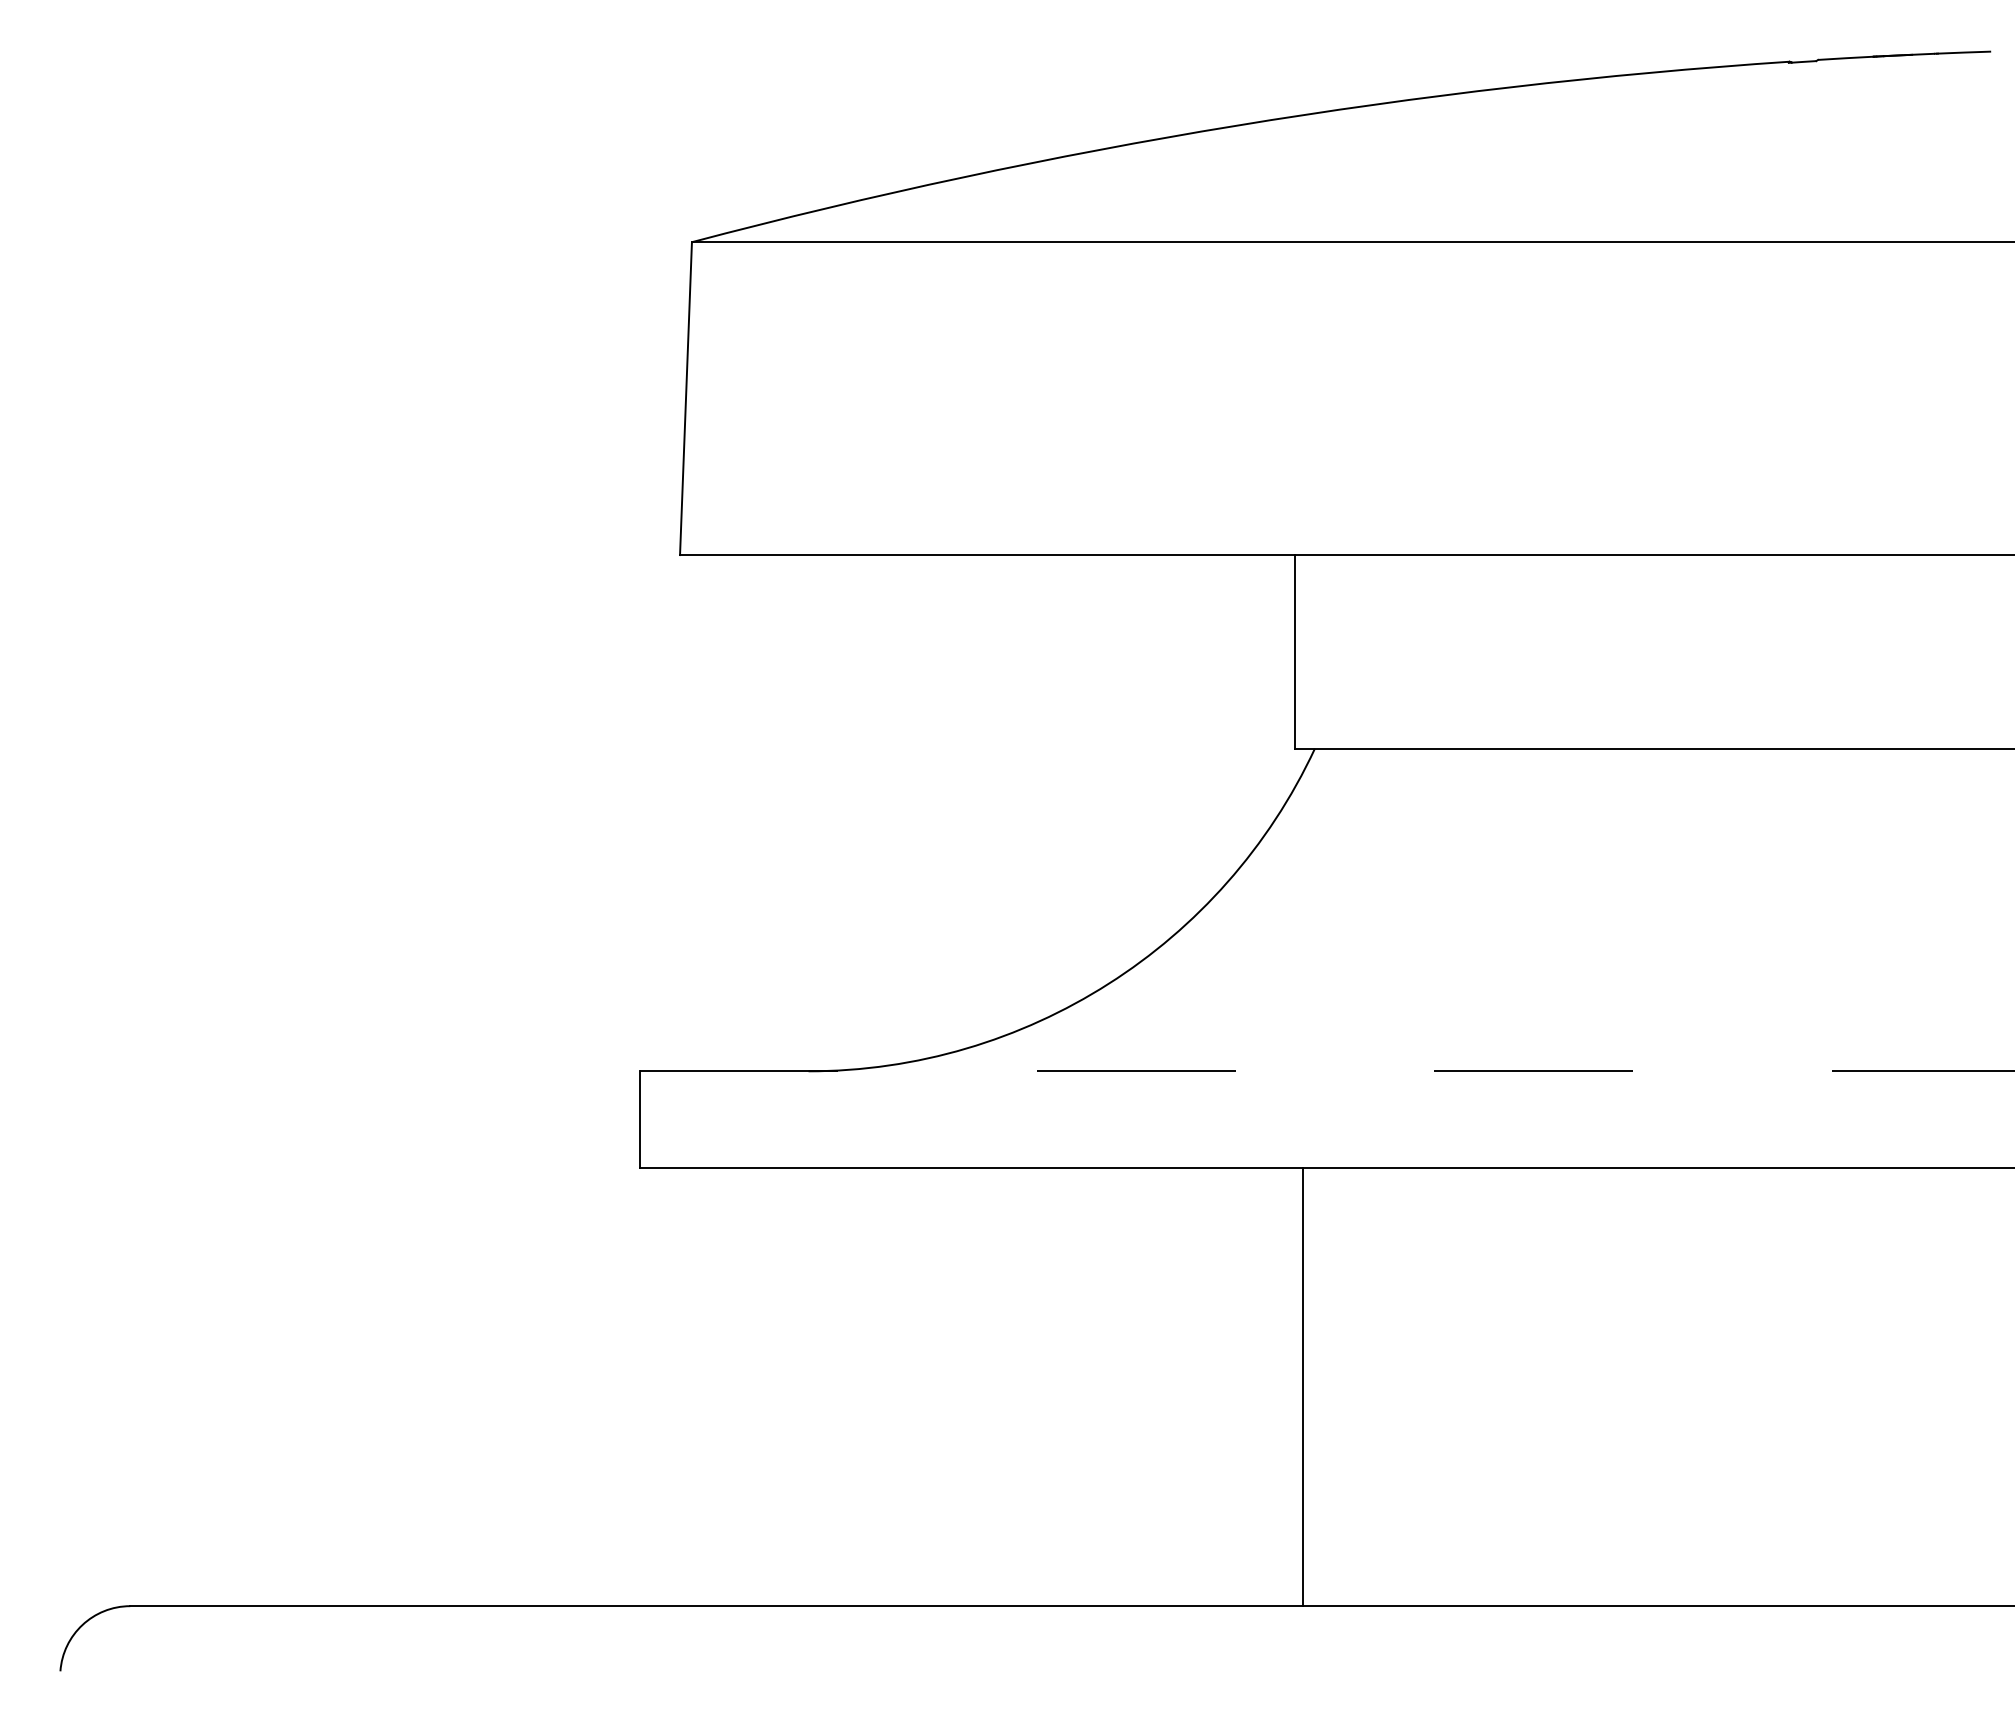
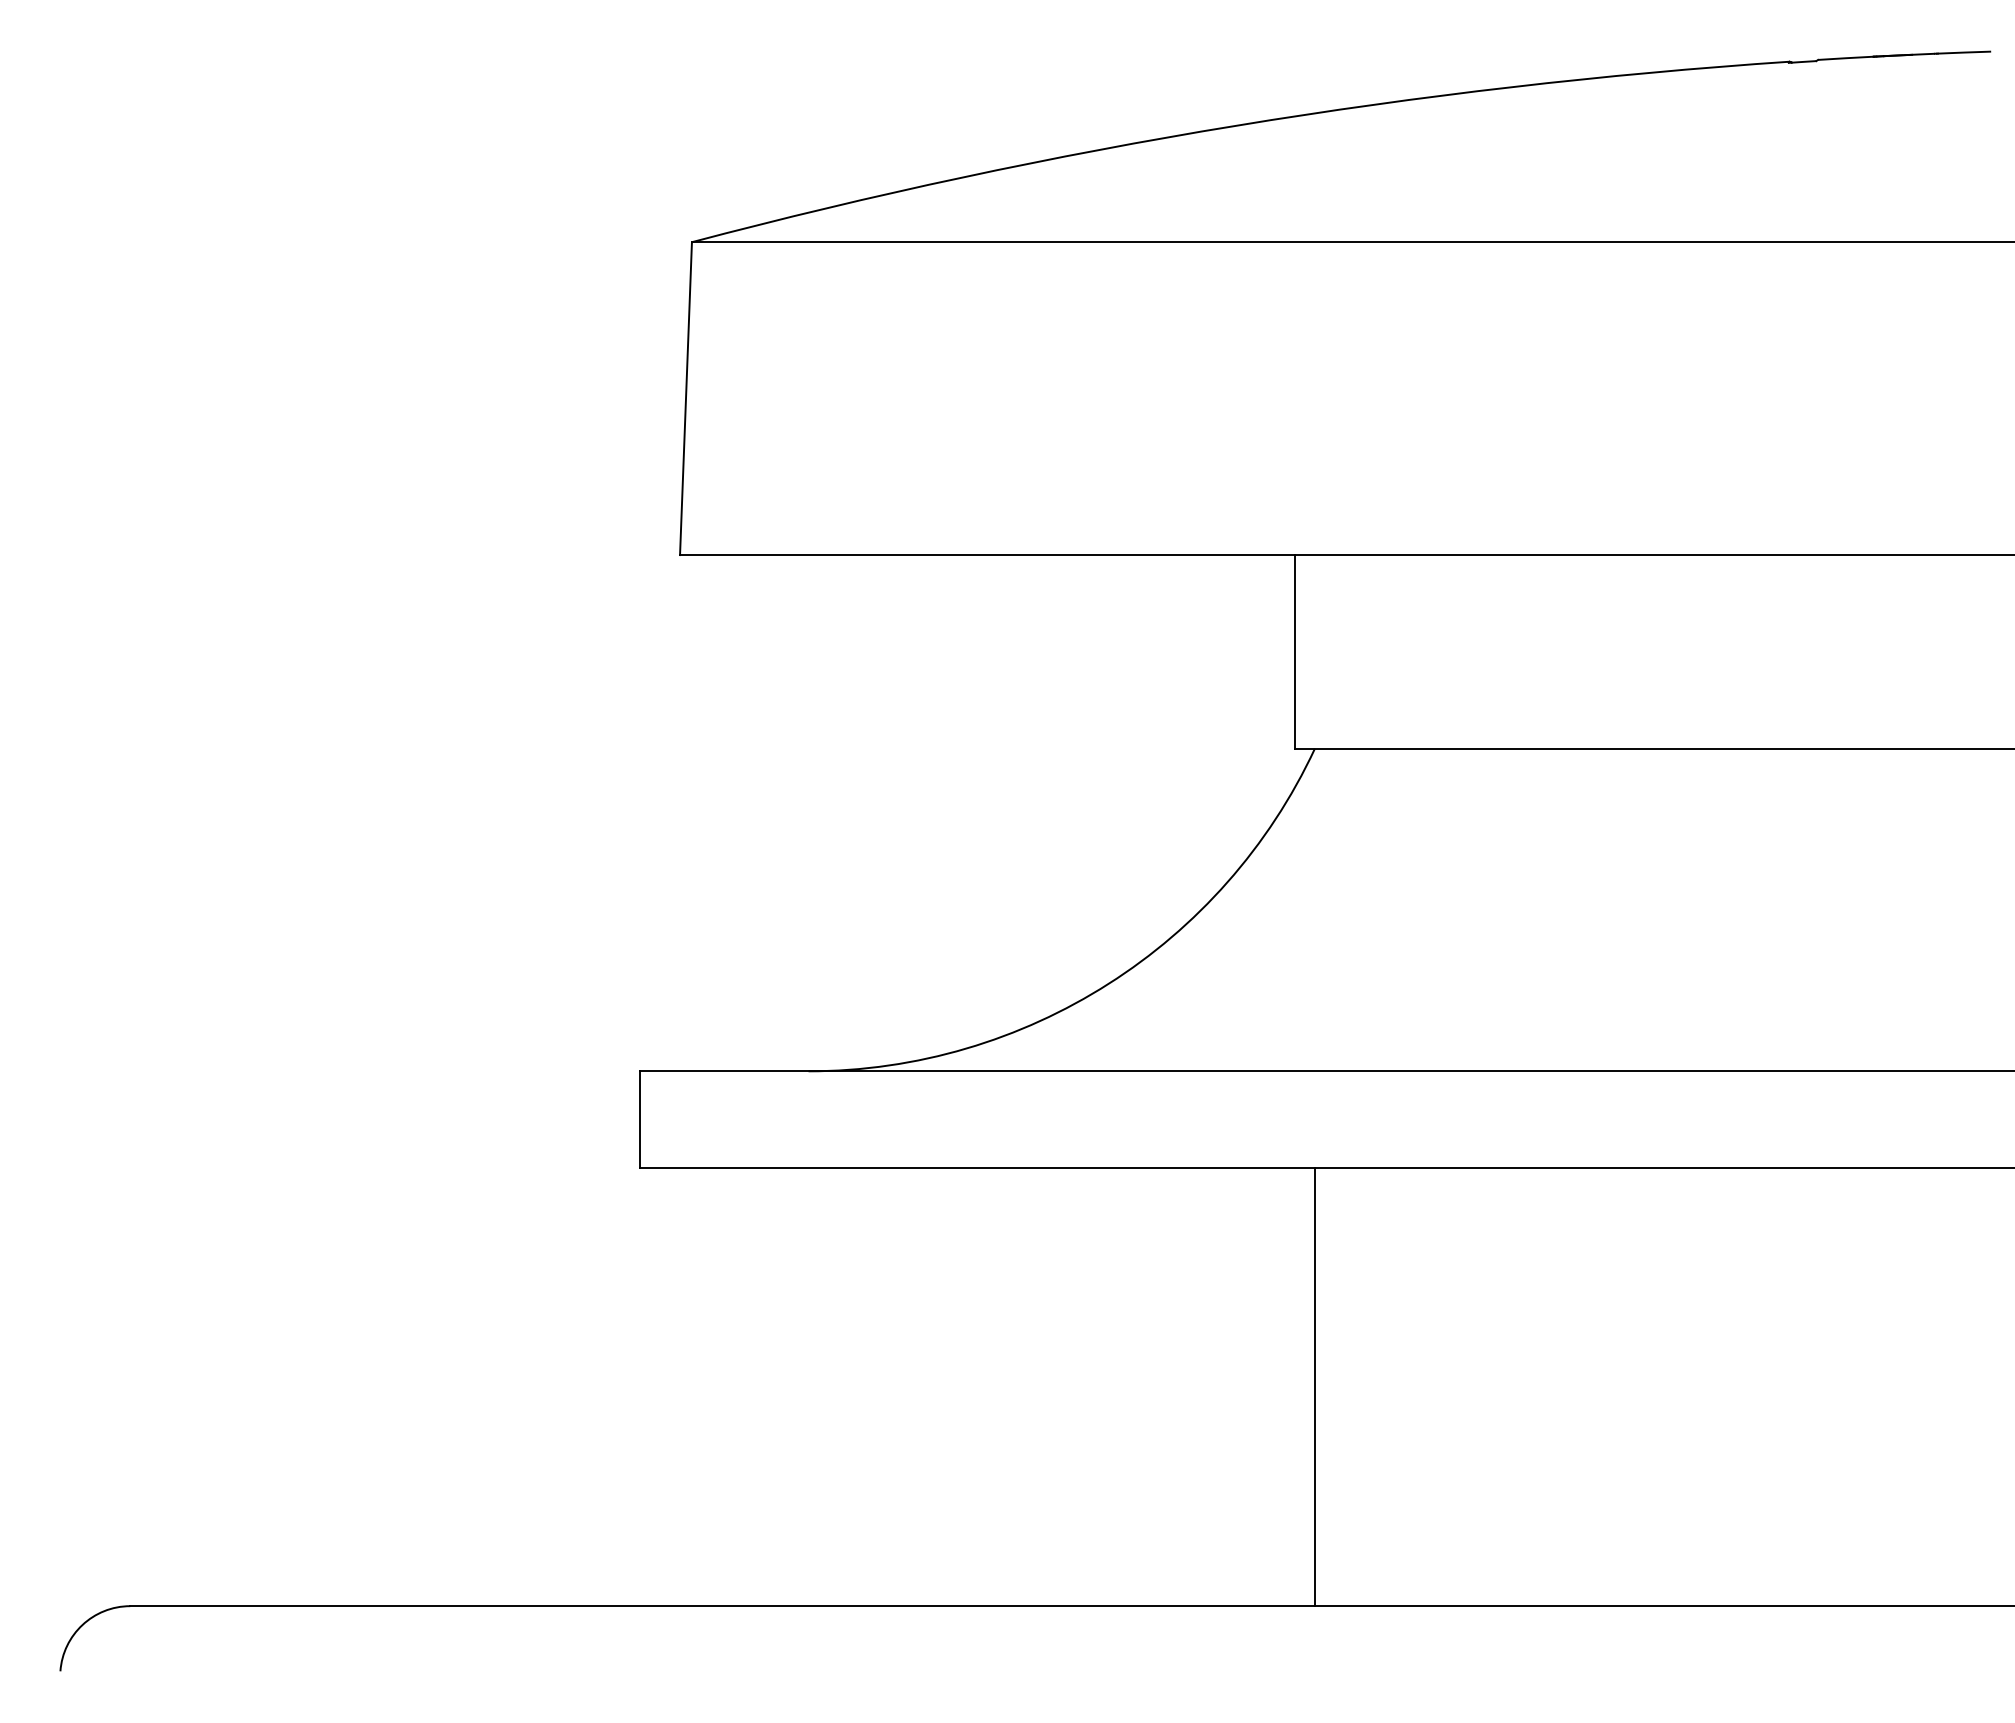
line at (1327, 1071): dashed -> solid
line at (1303, 1387) position: (1303, 1387) -> (1315, 1387)
